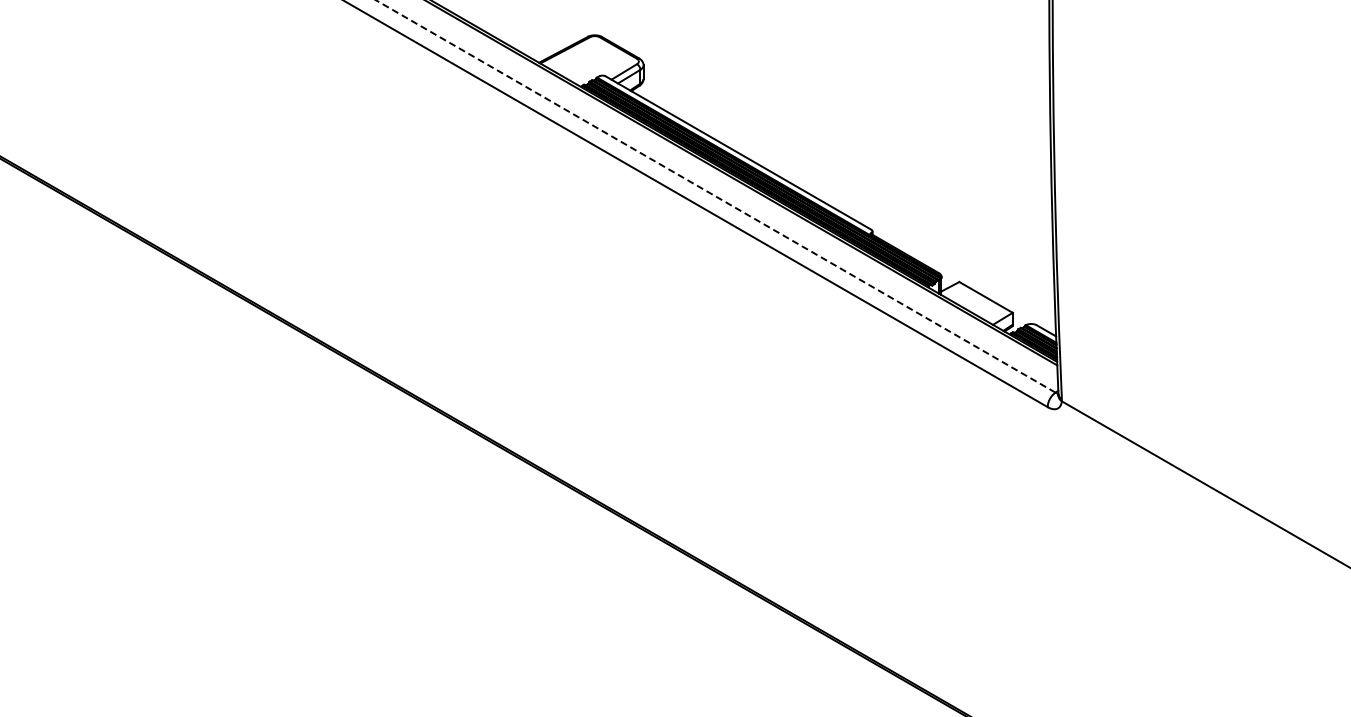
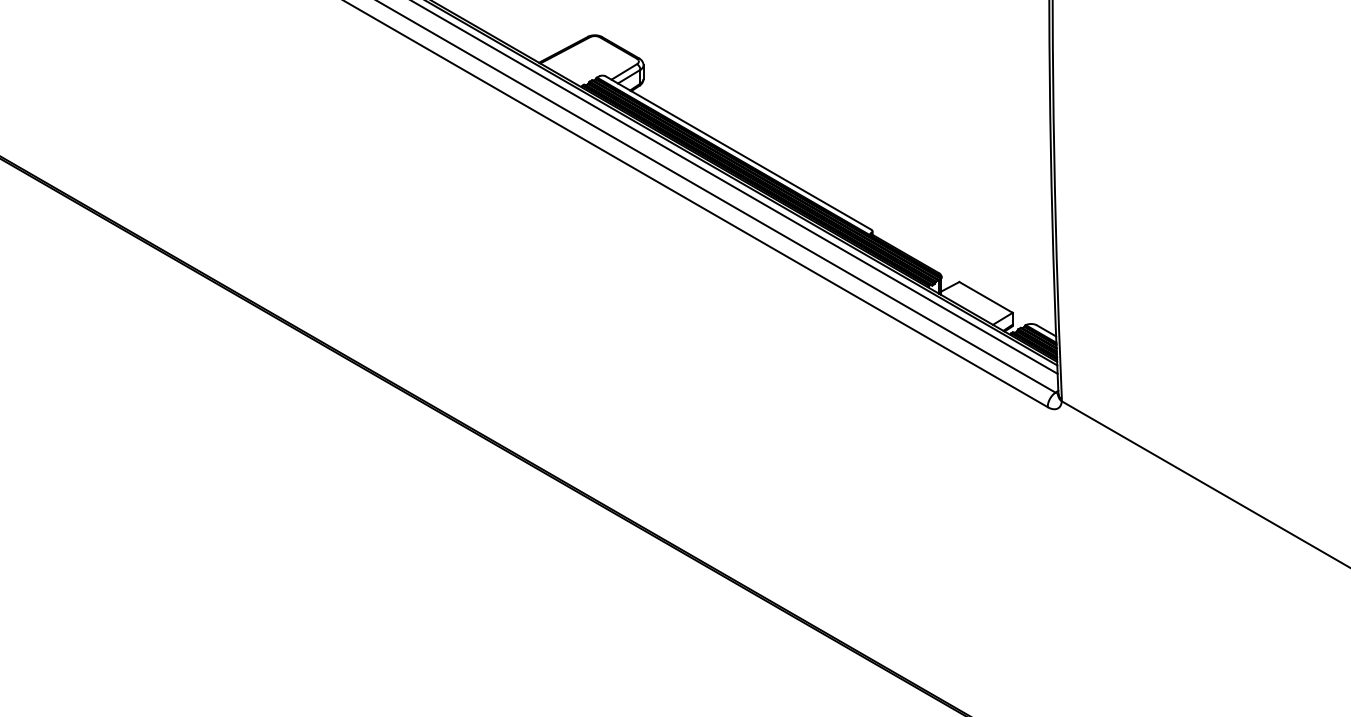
line at (735, 187): none -> present
line at (715, 196): dashed -> solid
